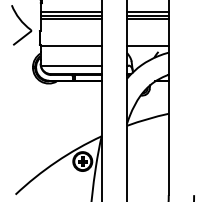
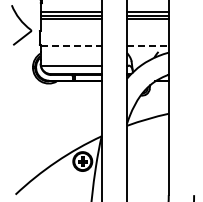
line at (71, 45): solid -> dashed
line at (147, 45): solid -> dashed
